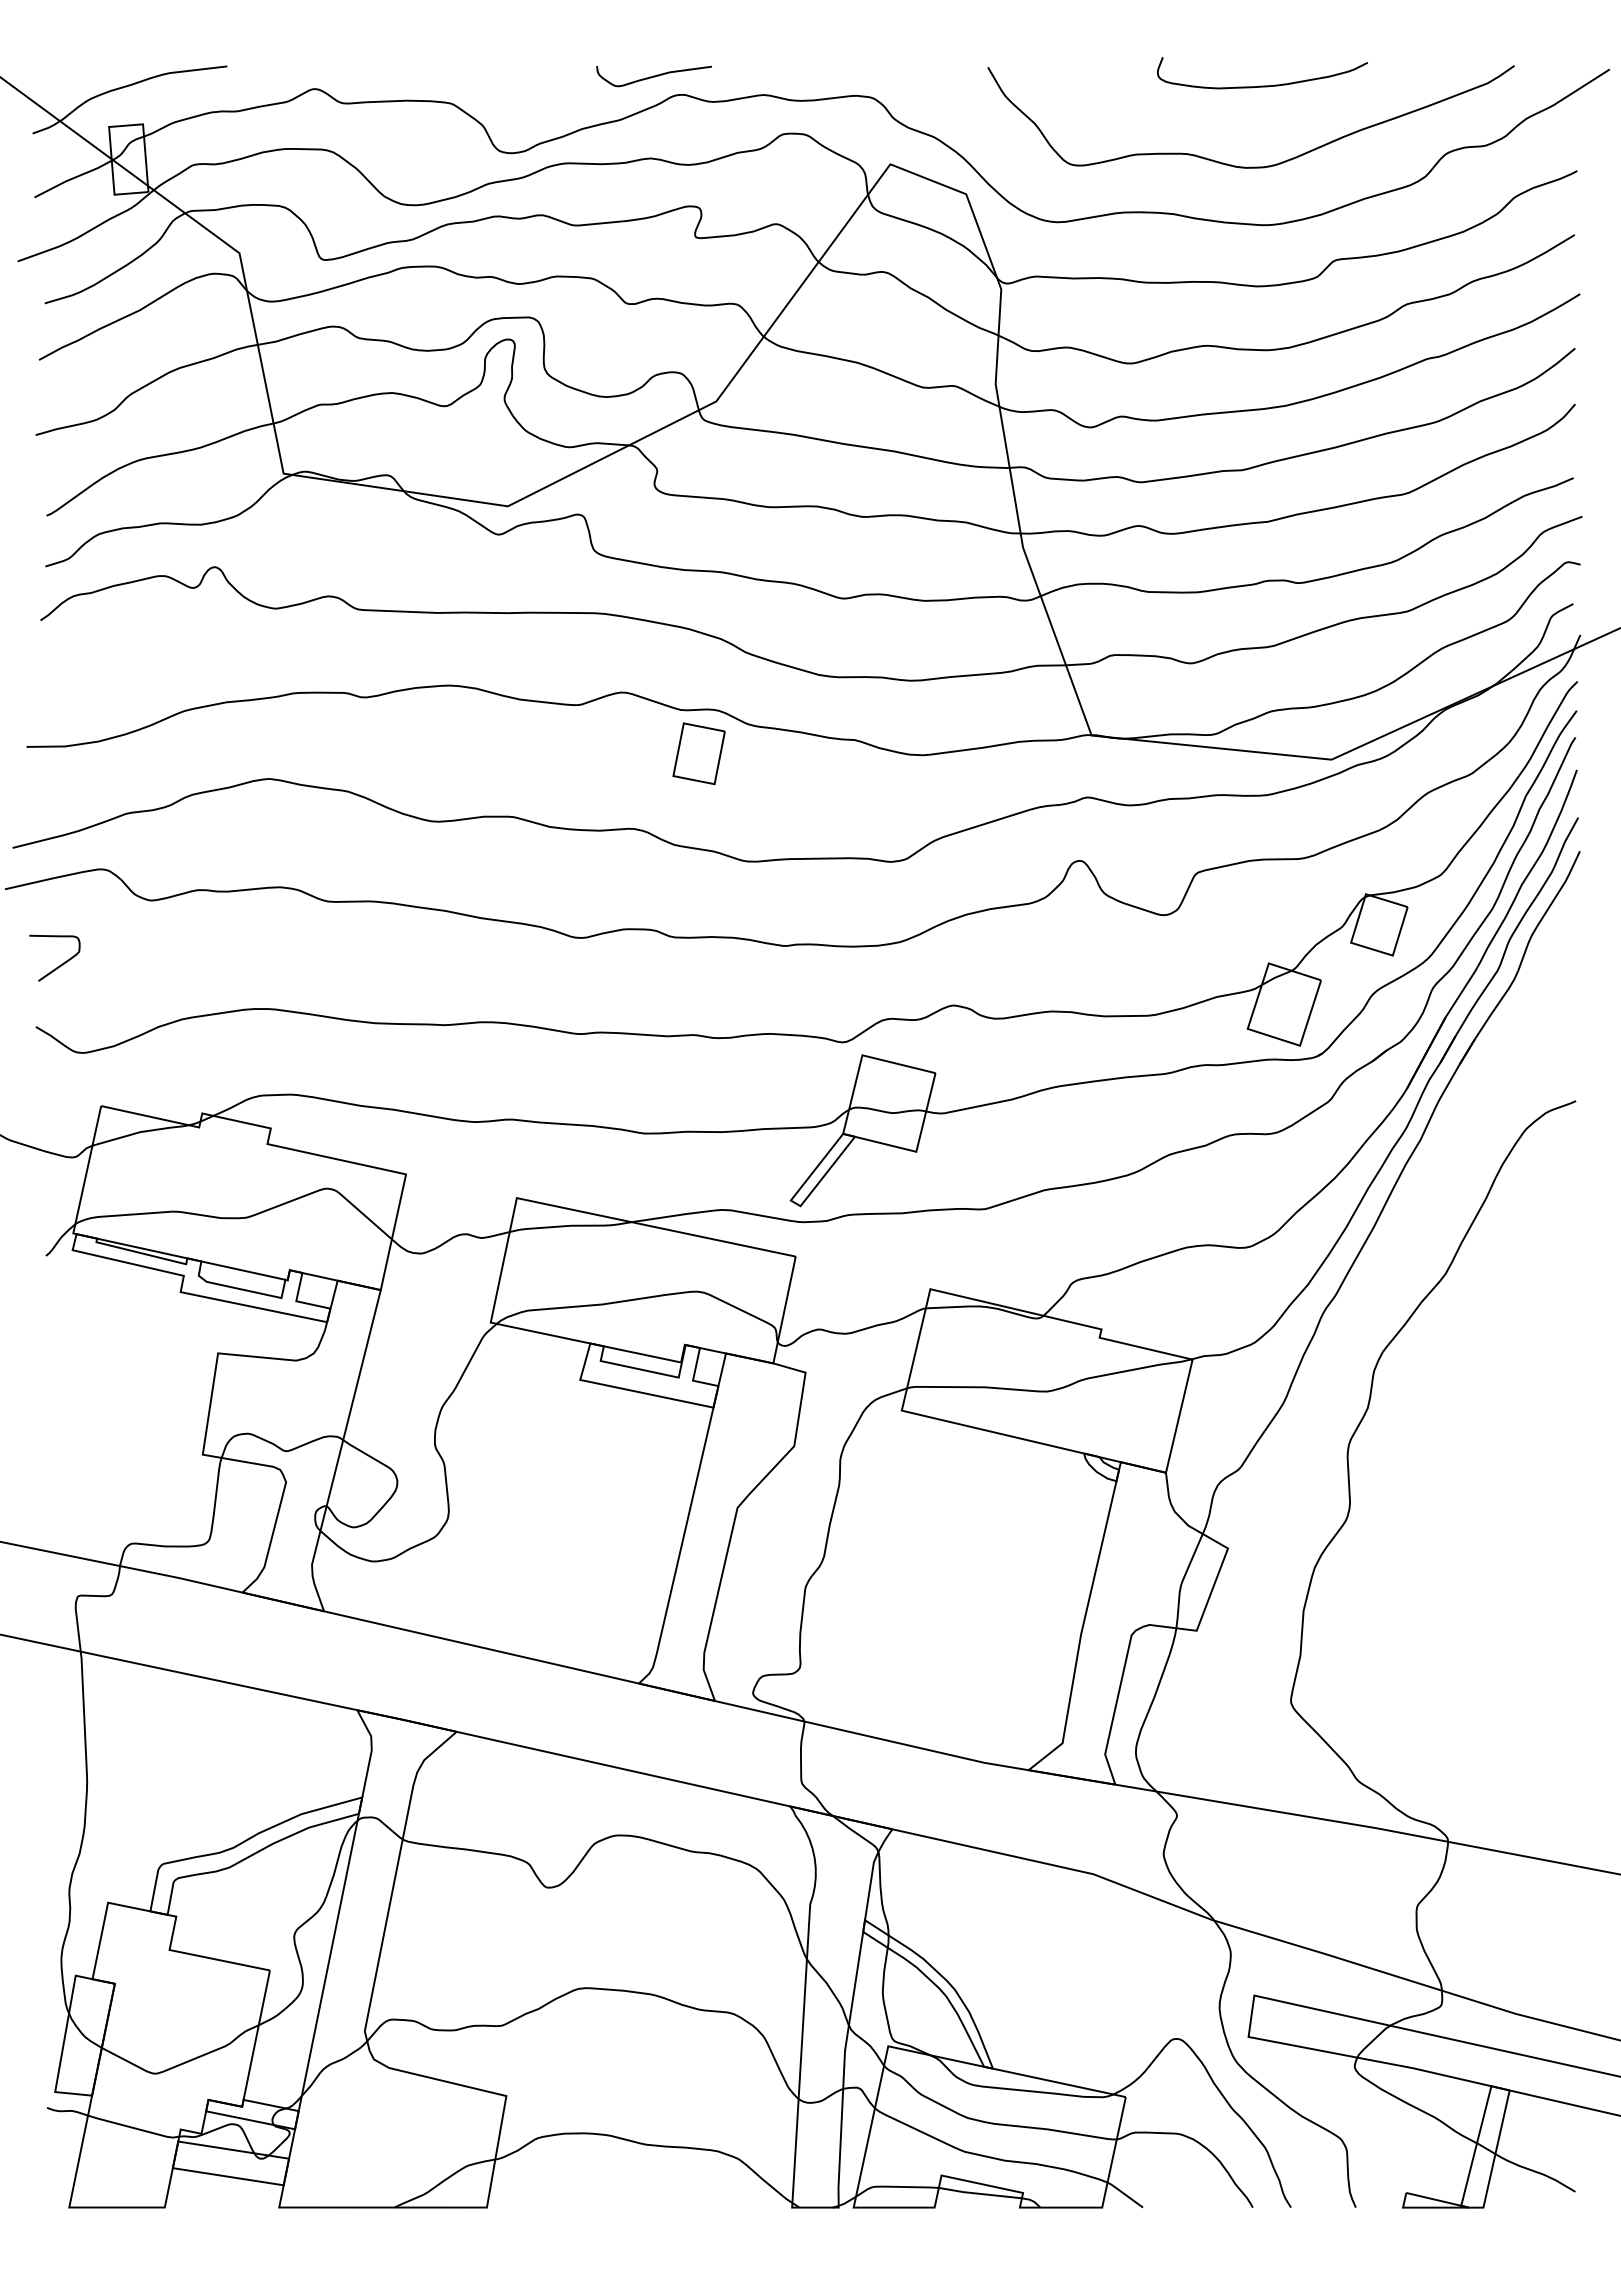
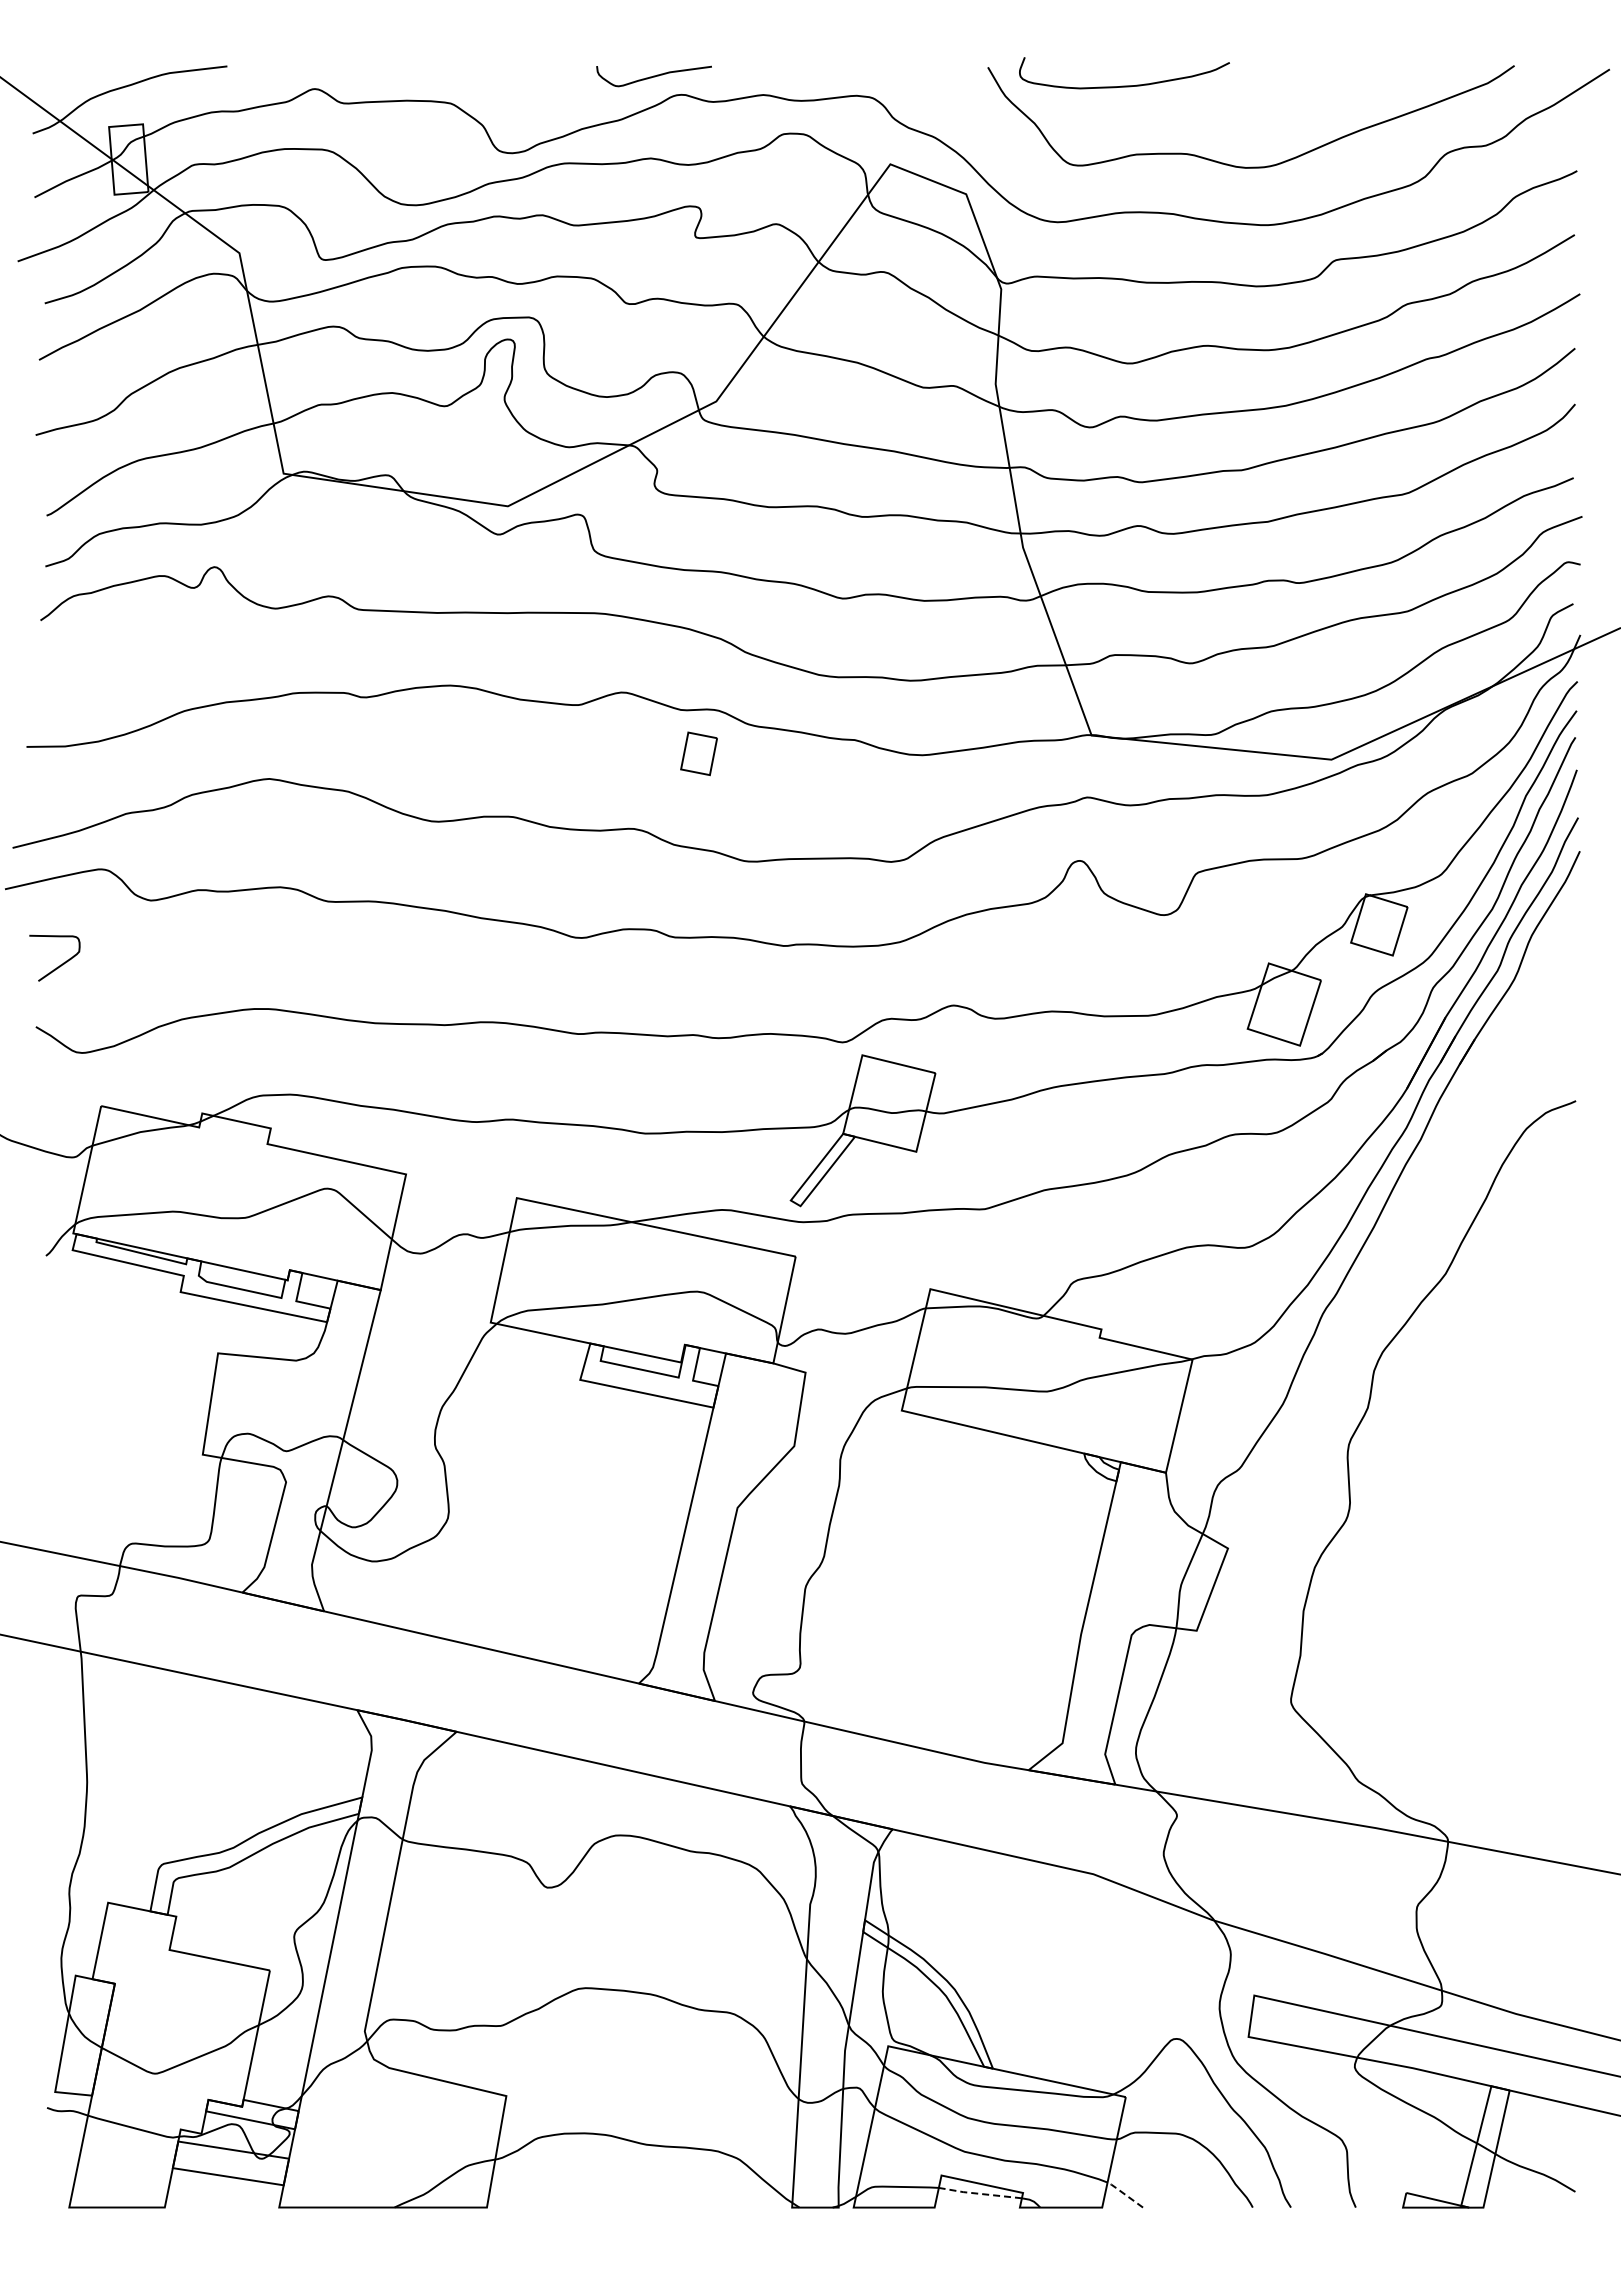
curve at (1262, 85) position: (1262, 85) -> (1124, 85)
part at (698, 753) size: 54x64 px -> 38x46 px
line at (979, 2193): solid -> dashed
line at (1124, 2193): solid -> dashed
